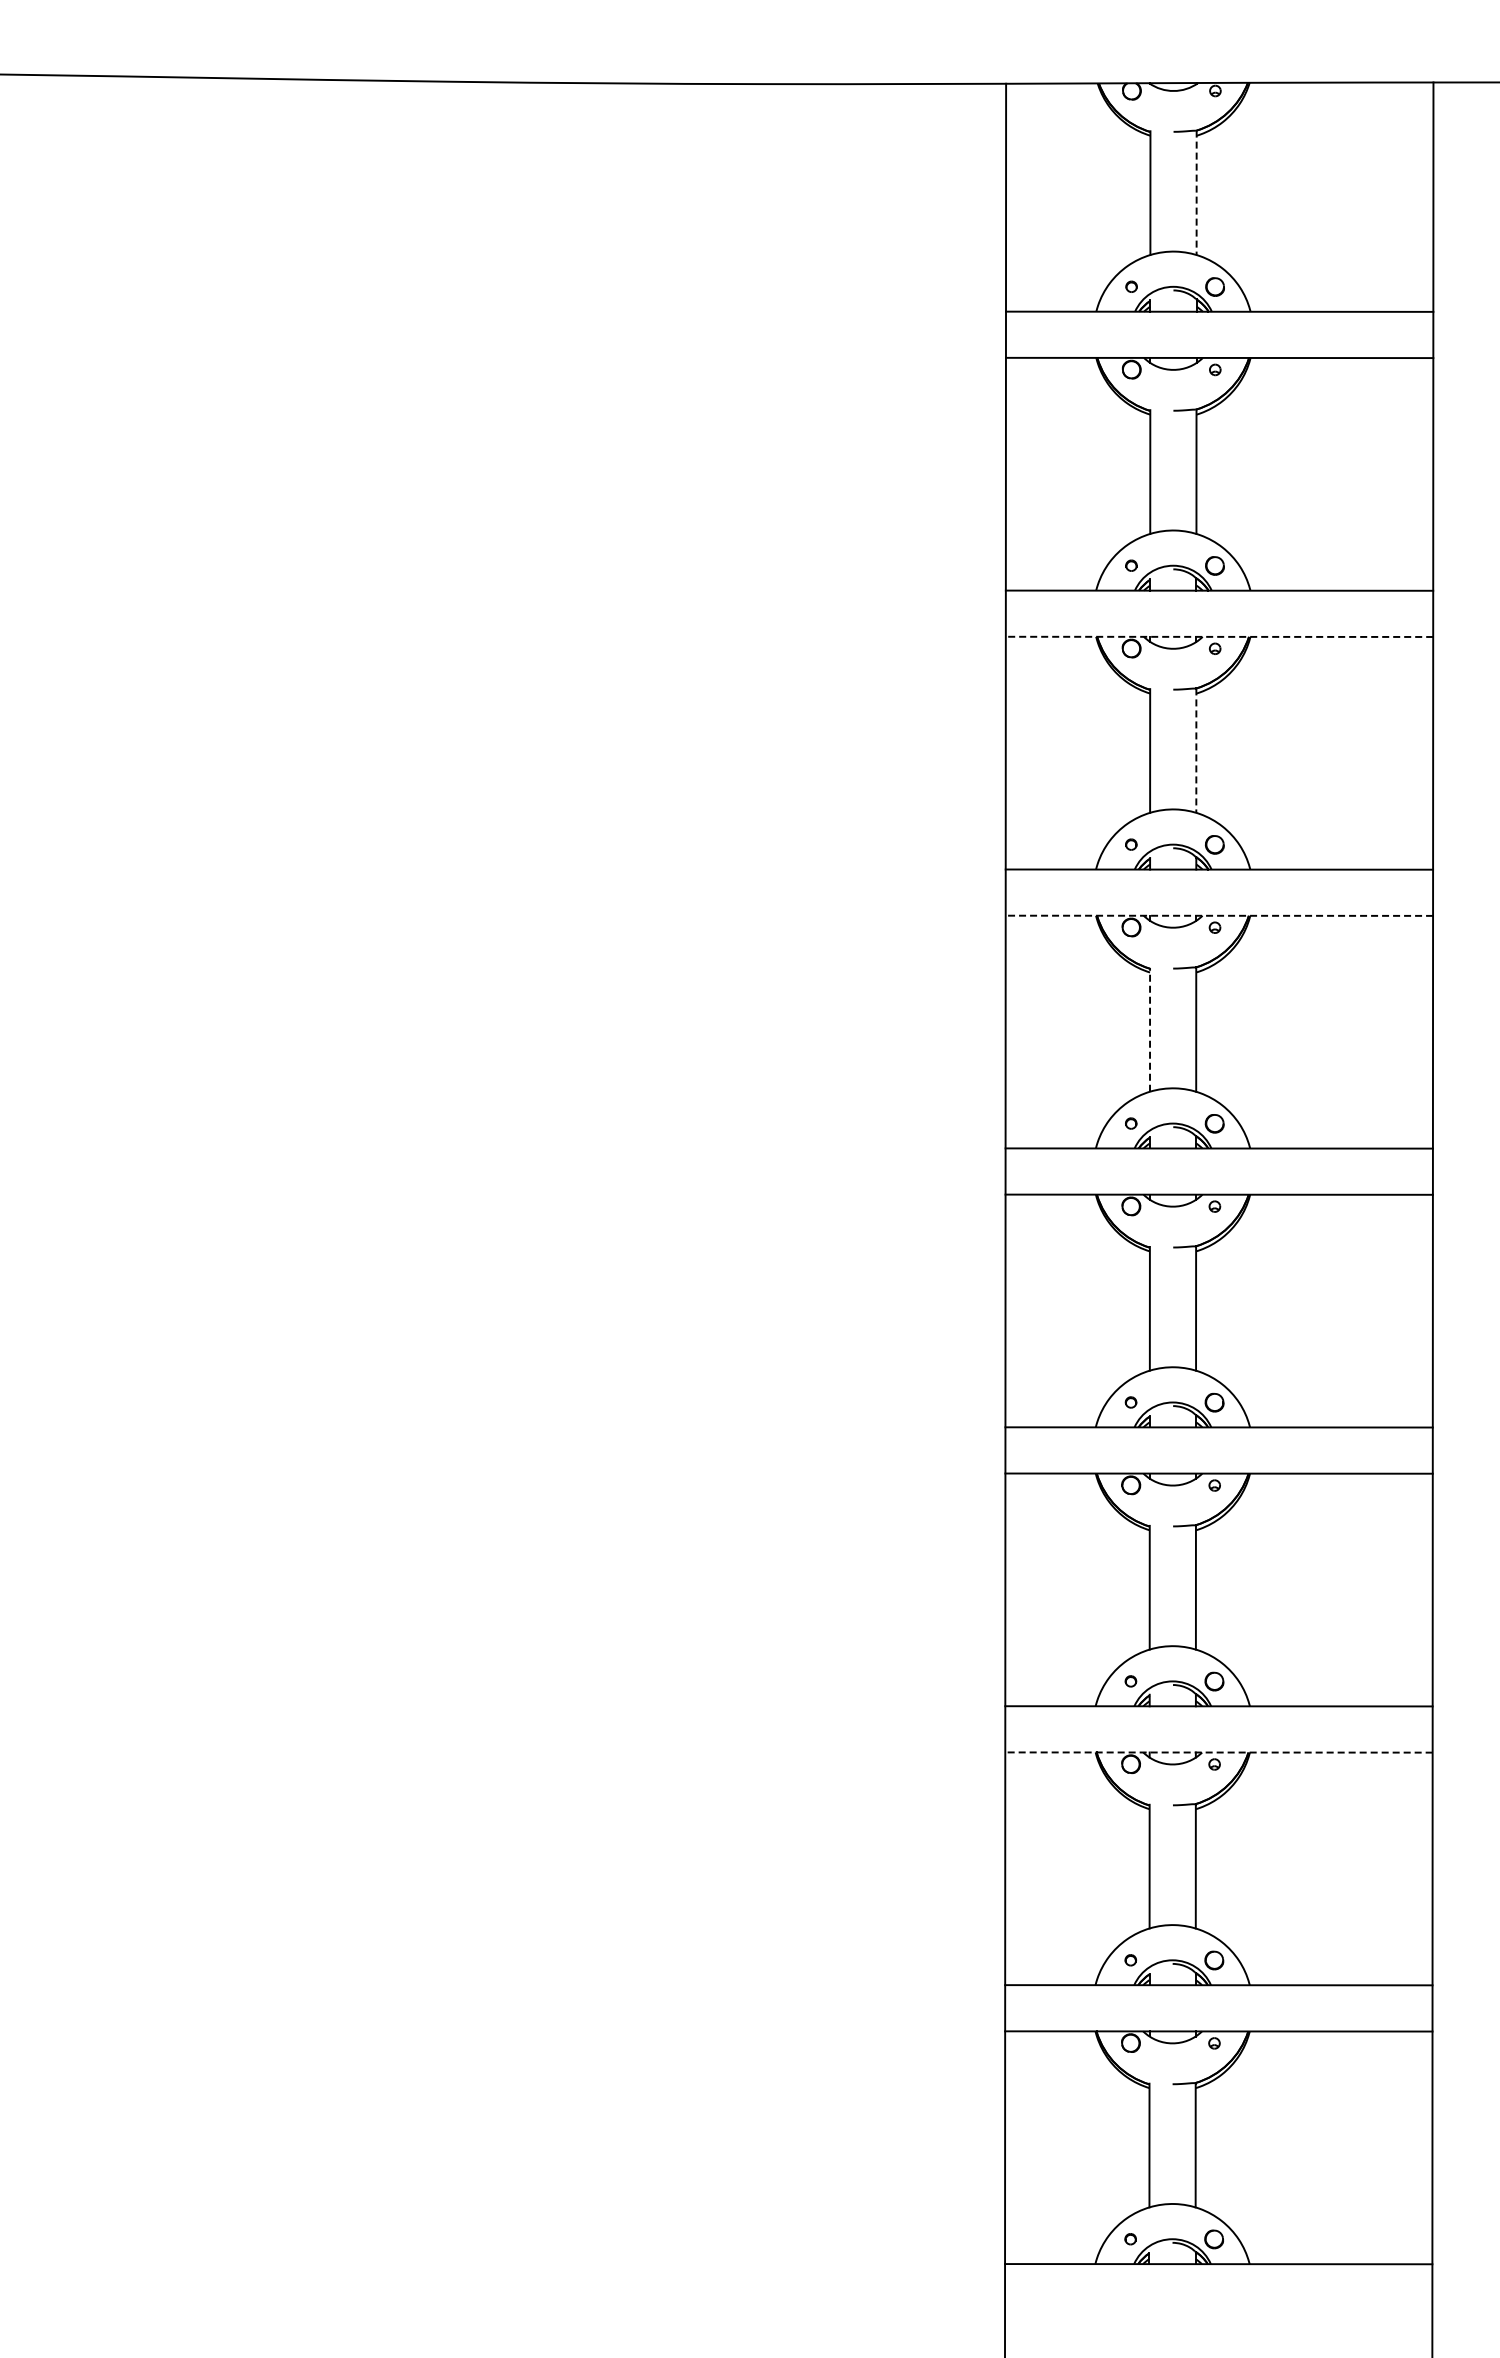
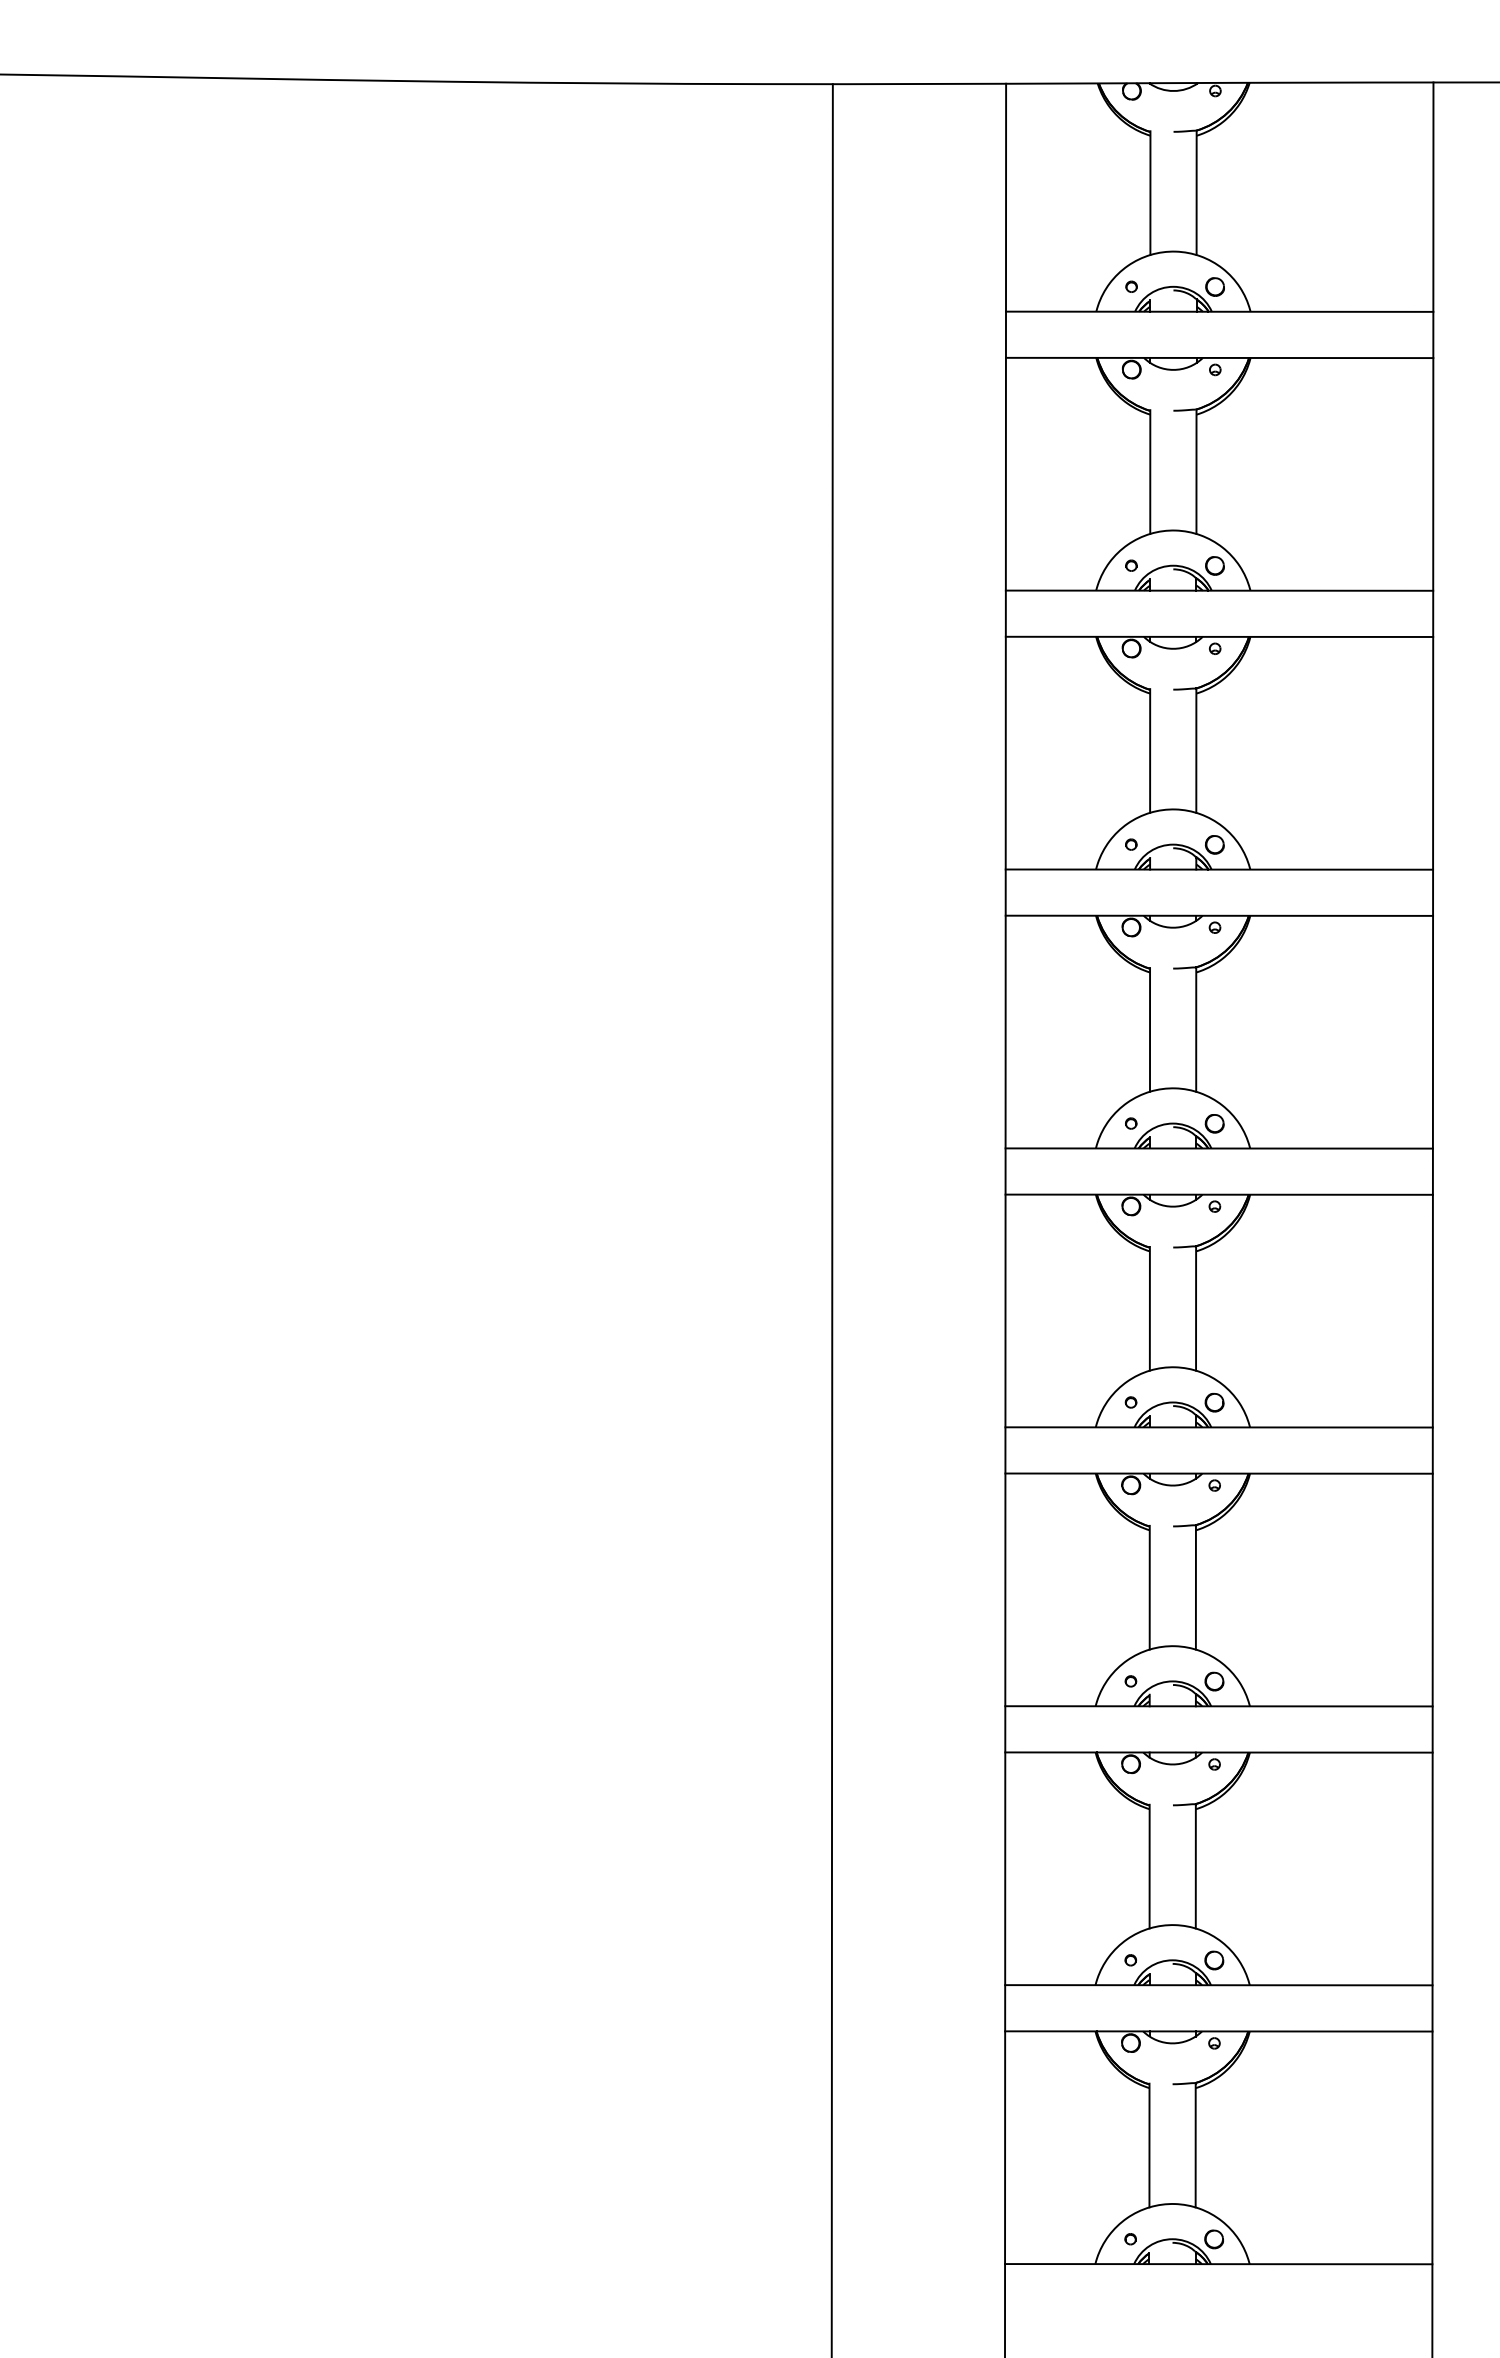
line at (1196, 193): dashed -> solid
line at (1219, 636): dashed -> solid
line at (1196, 751): dashed -> solid
line at (1219, 915): dashed -> solid
line at (1150, 1029): dashed -> solid
line at (831, 1219): none -> present
line at (1218, 1752): dashed -> solid
